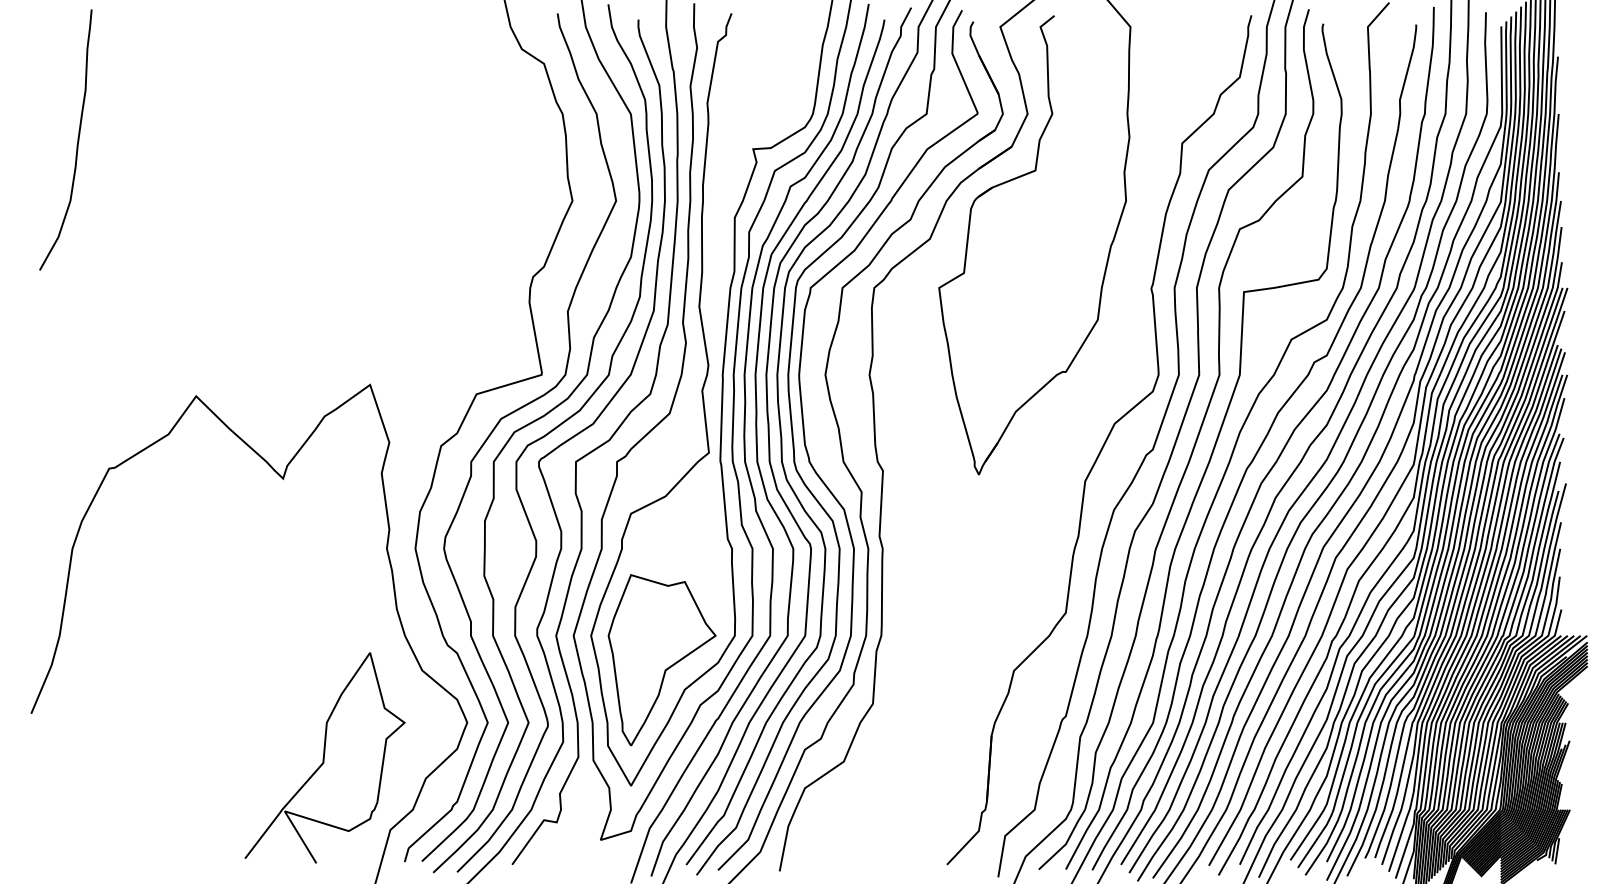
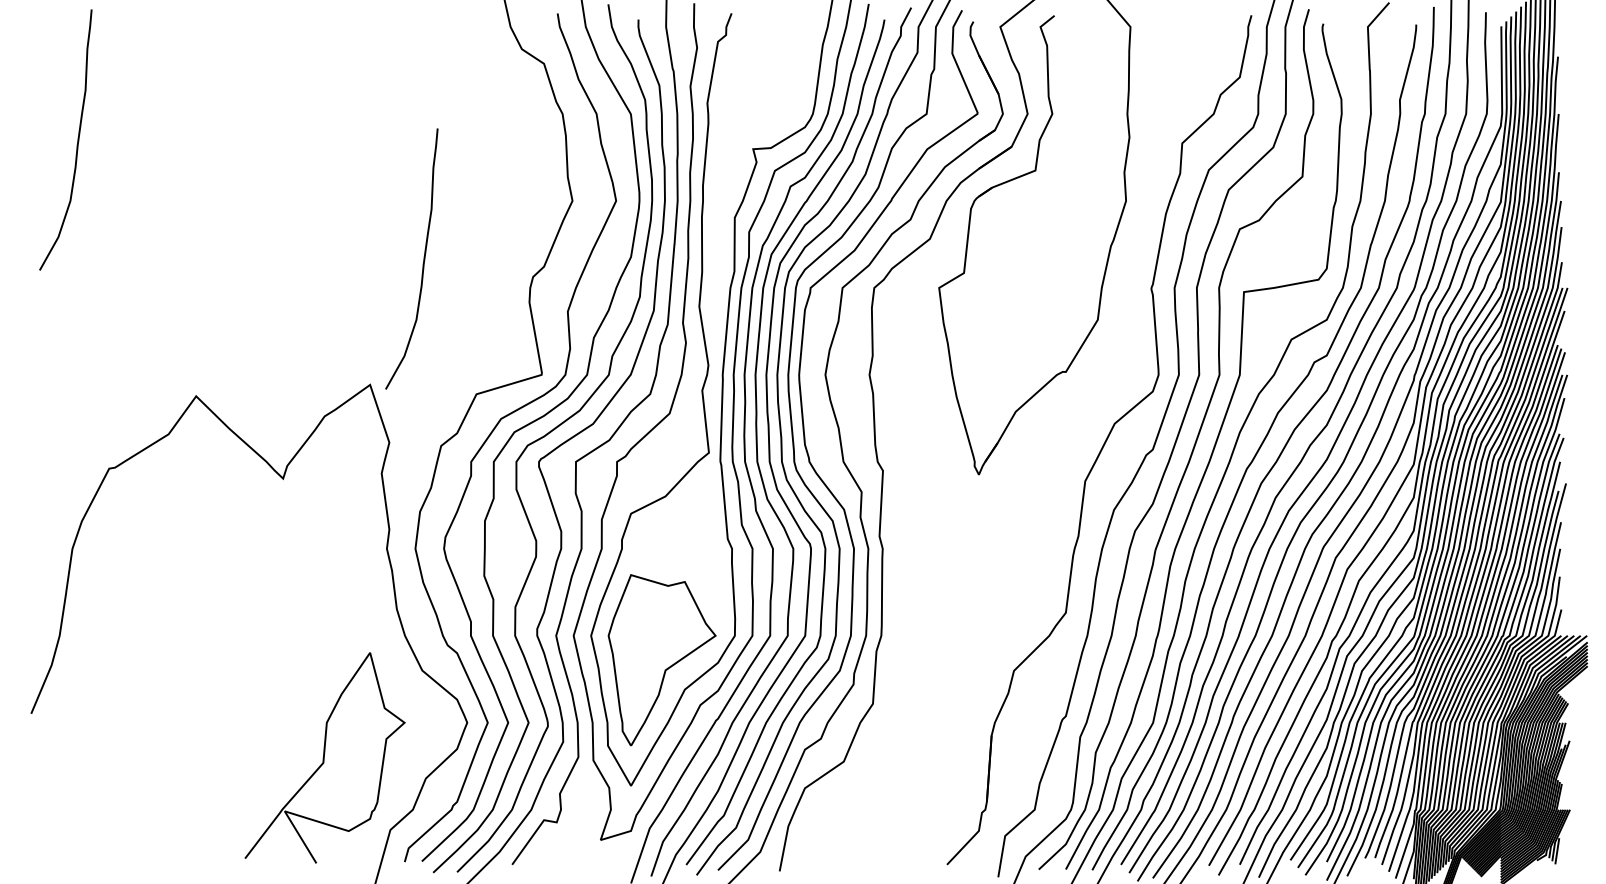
curve at (423, 258): none -> present
